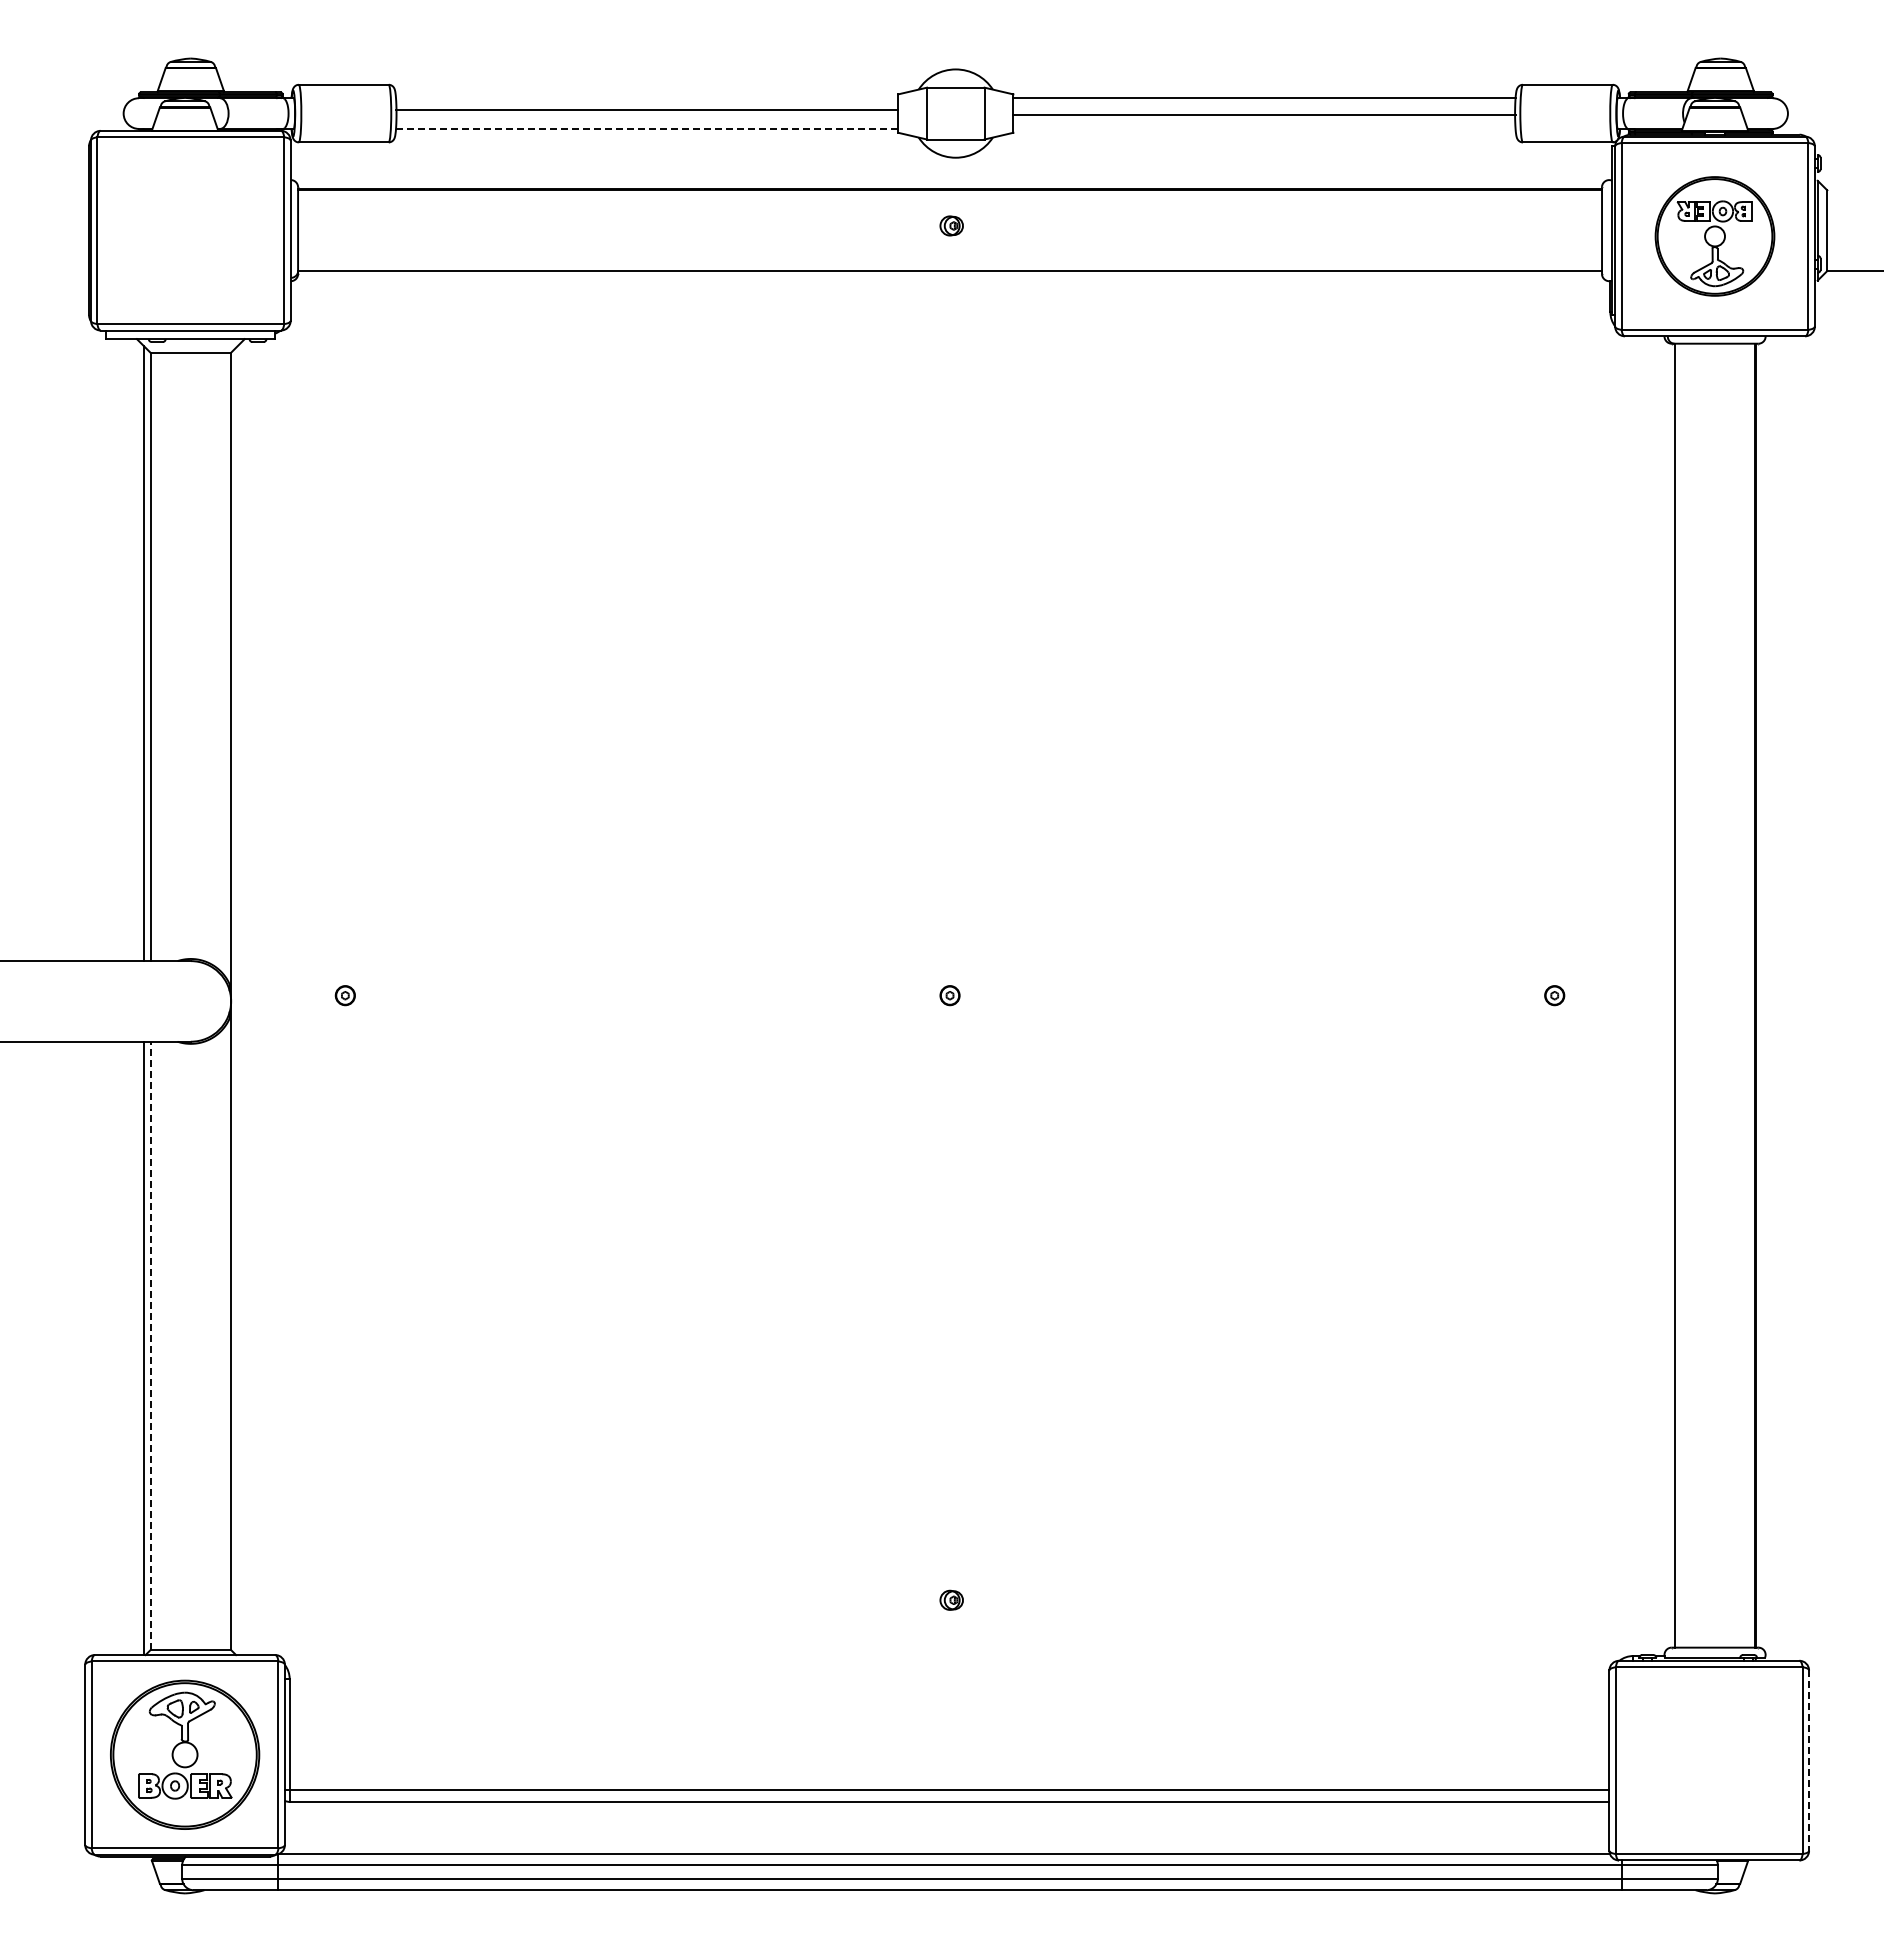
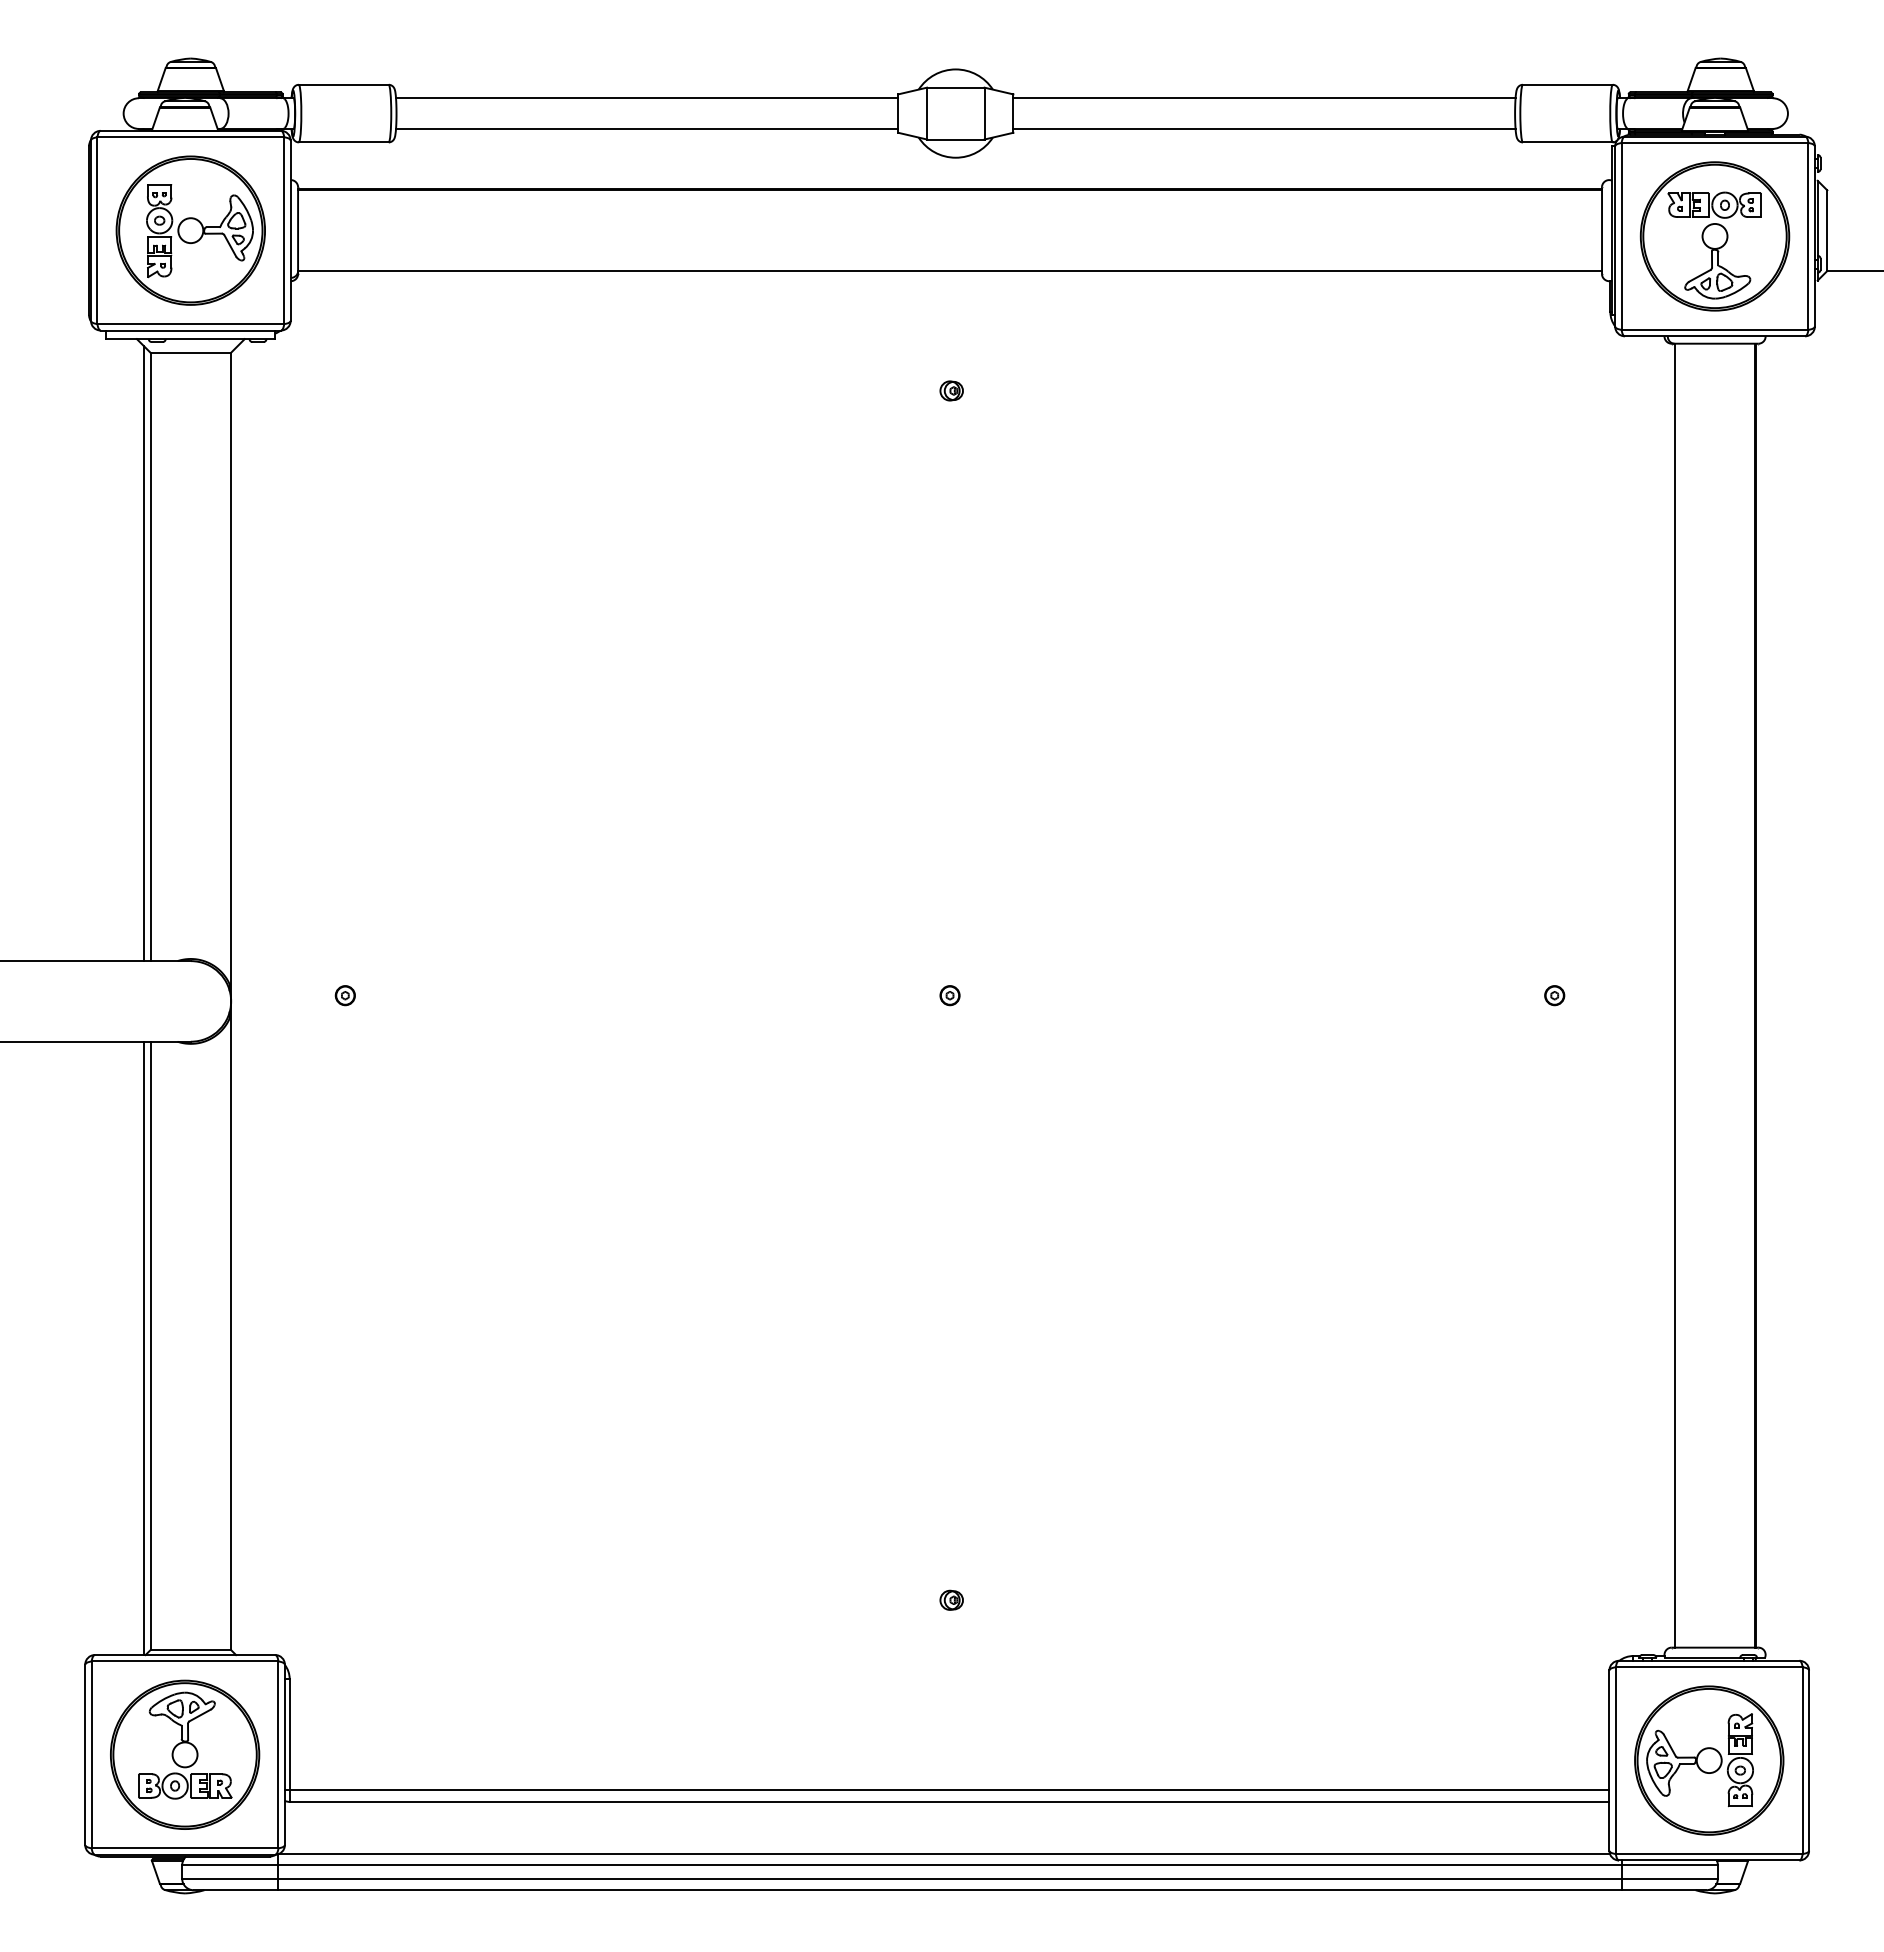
line at (647, 110) position: (647, 110) -> (647, 98)
line at (1264, 114) position: (1264, 114) -> (1264, 128)
line at (647, 128): dashed -> solid
part at (951, 225) position: (951, 225) -> (951, 390)
part at (190, 230): none -> present
part at (1714, 236) size: 122x121 px -> 152x151 px
line at (150, 1345): dashed -> solid
part at (1709, 1760): none -> present
line at (1809, 1761): dashed -> solid
